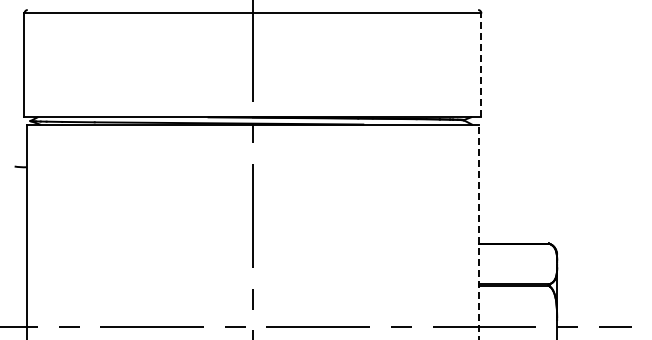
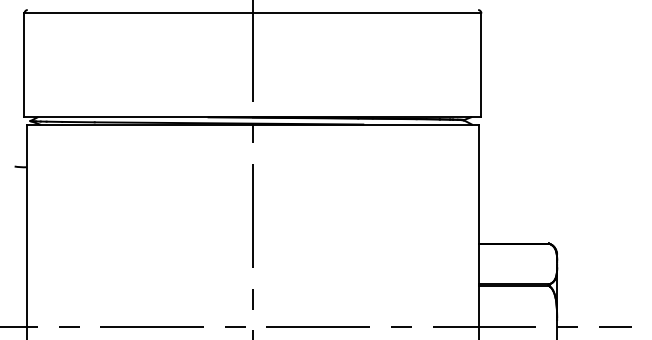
line at (481, 65): dashed -> solid
line at (479, 231): dashed -> solid
